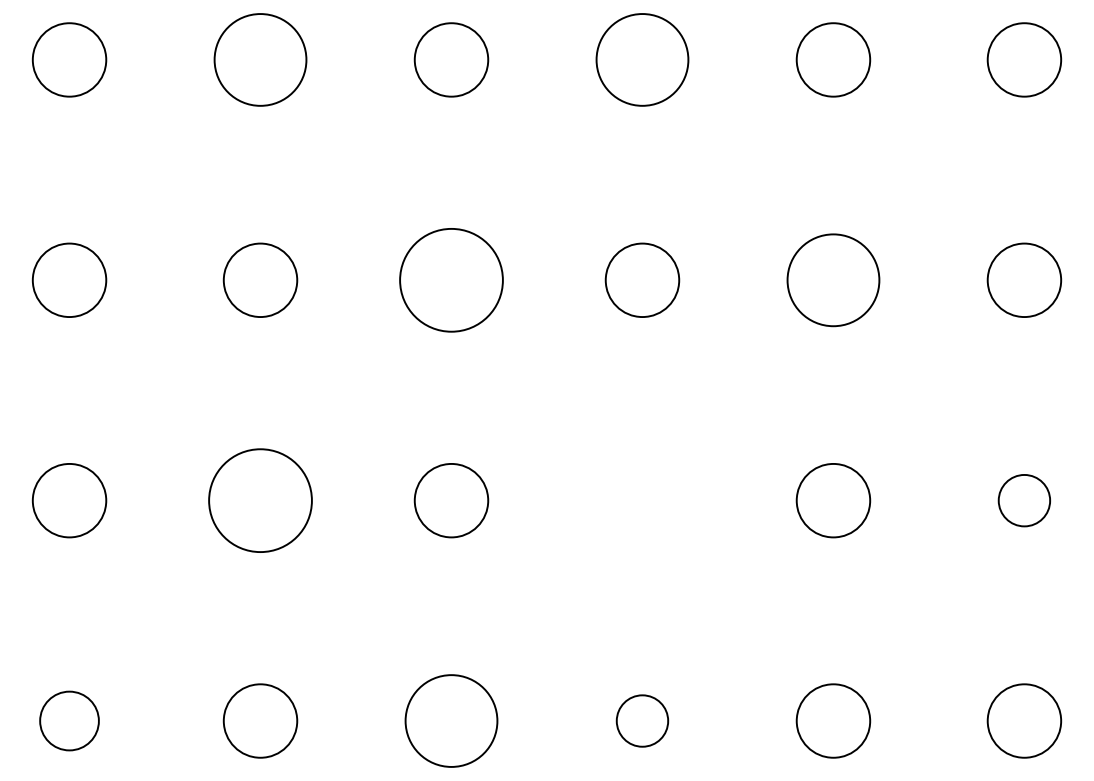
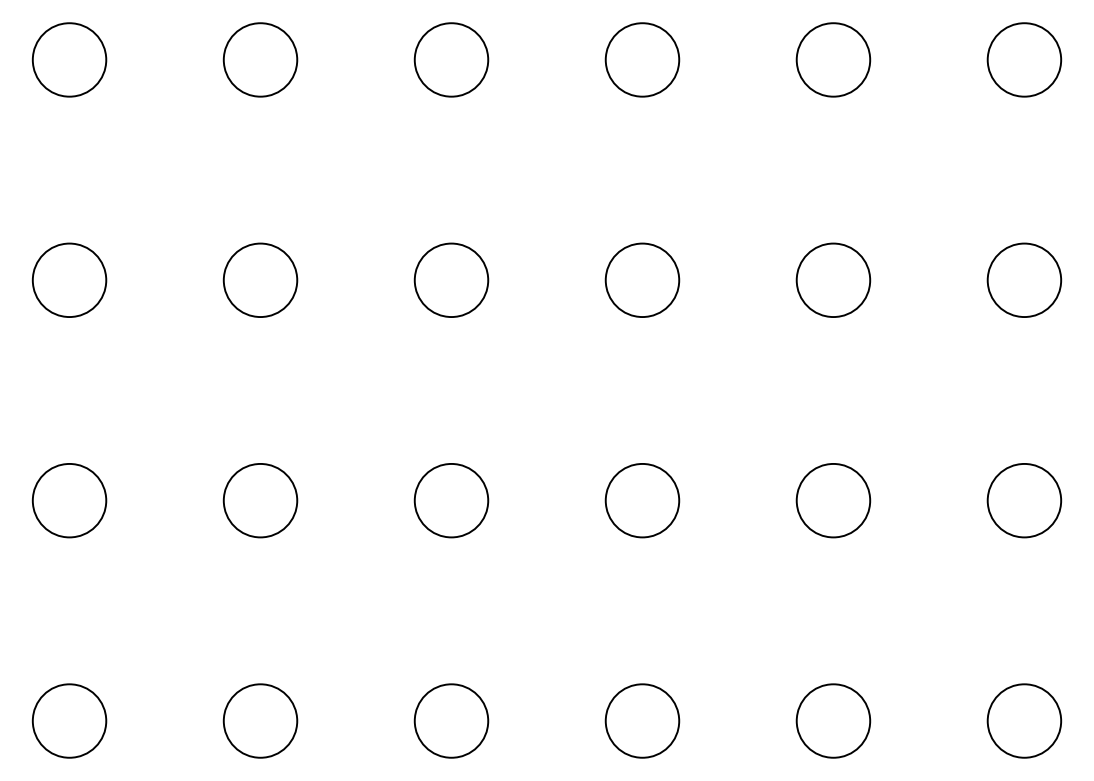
circle at (260, 59) diameter: 92 px -> 73 px
circle at (642, 59) size: 95x94 px -> 77x76 px
circle at (451, 279) diameter: 103 px -> 73 px
circle at (833, 280) diameter: 92 px -> 73 px
circle at (260, 500) diameter: 103 px -> 73 px
circle at (642, 500): none -> present
circle at (1024, 500) diameter: 51 px -> 73 px
circle at (69, 720) size: 61x62 px -> 77x76 px
circle at (451, 720) diameter: 92 px -> 73 px
circle at (642, 720) diameter: 51 px -> 73 px
